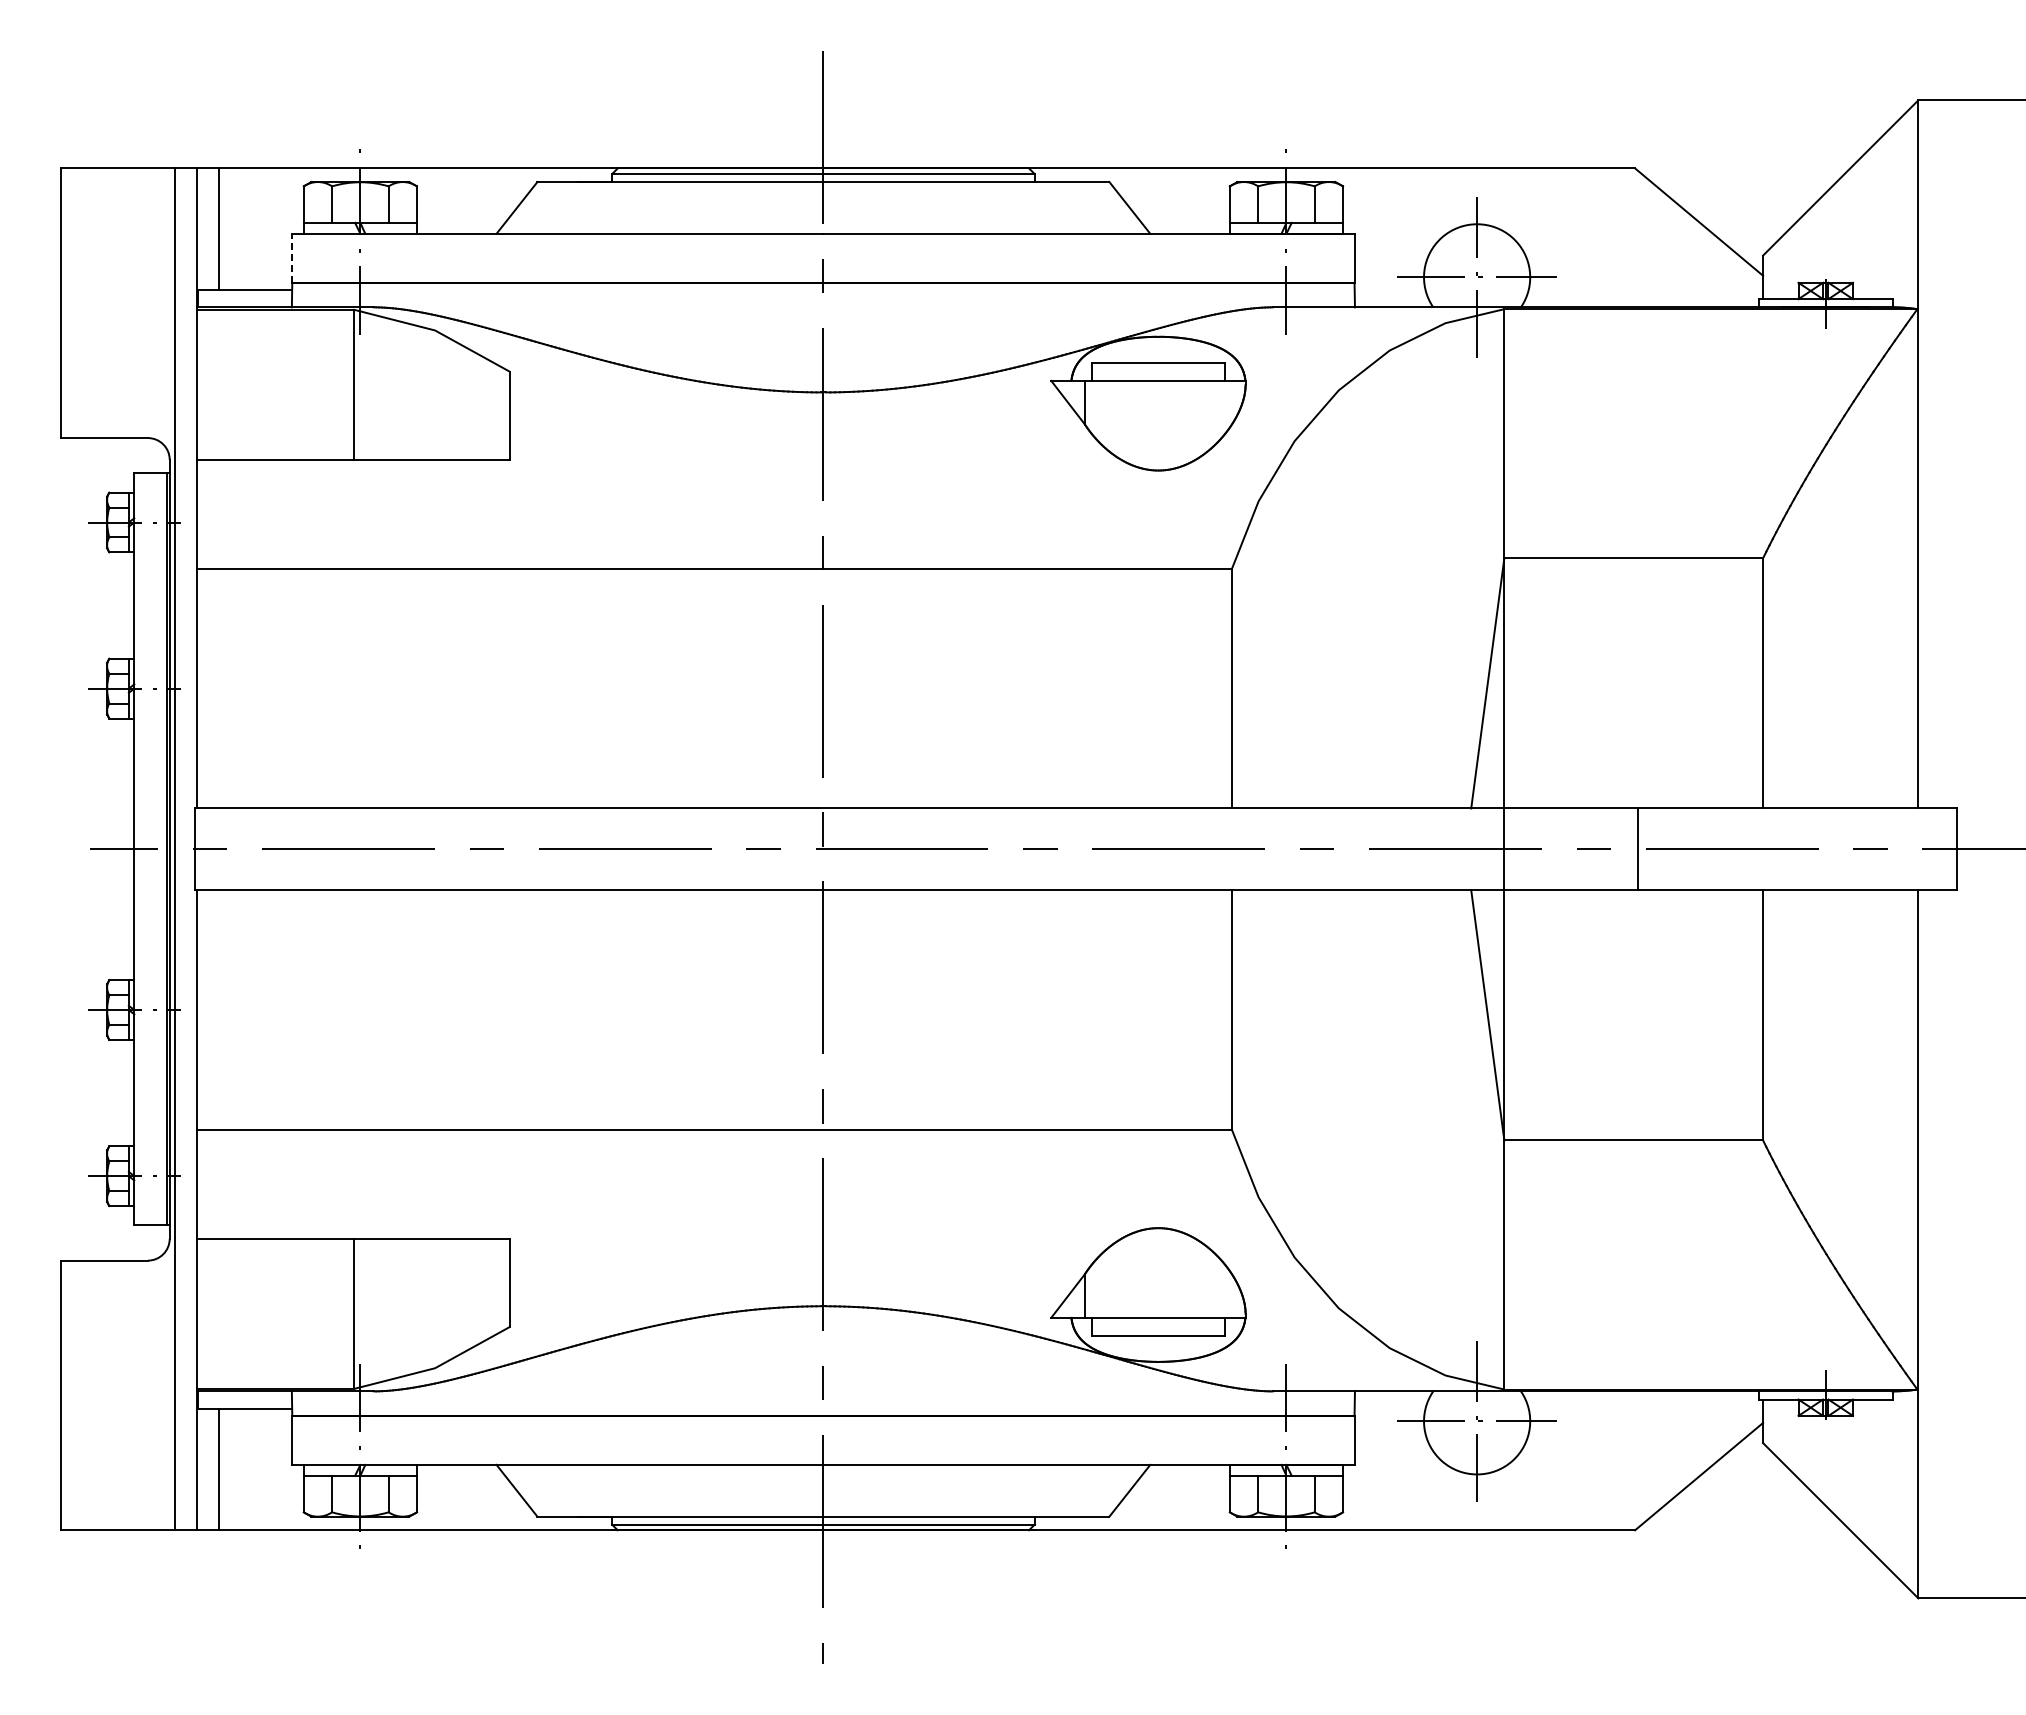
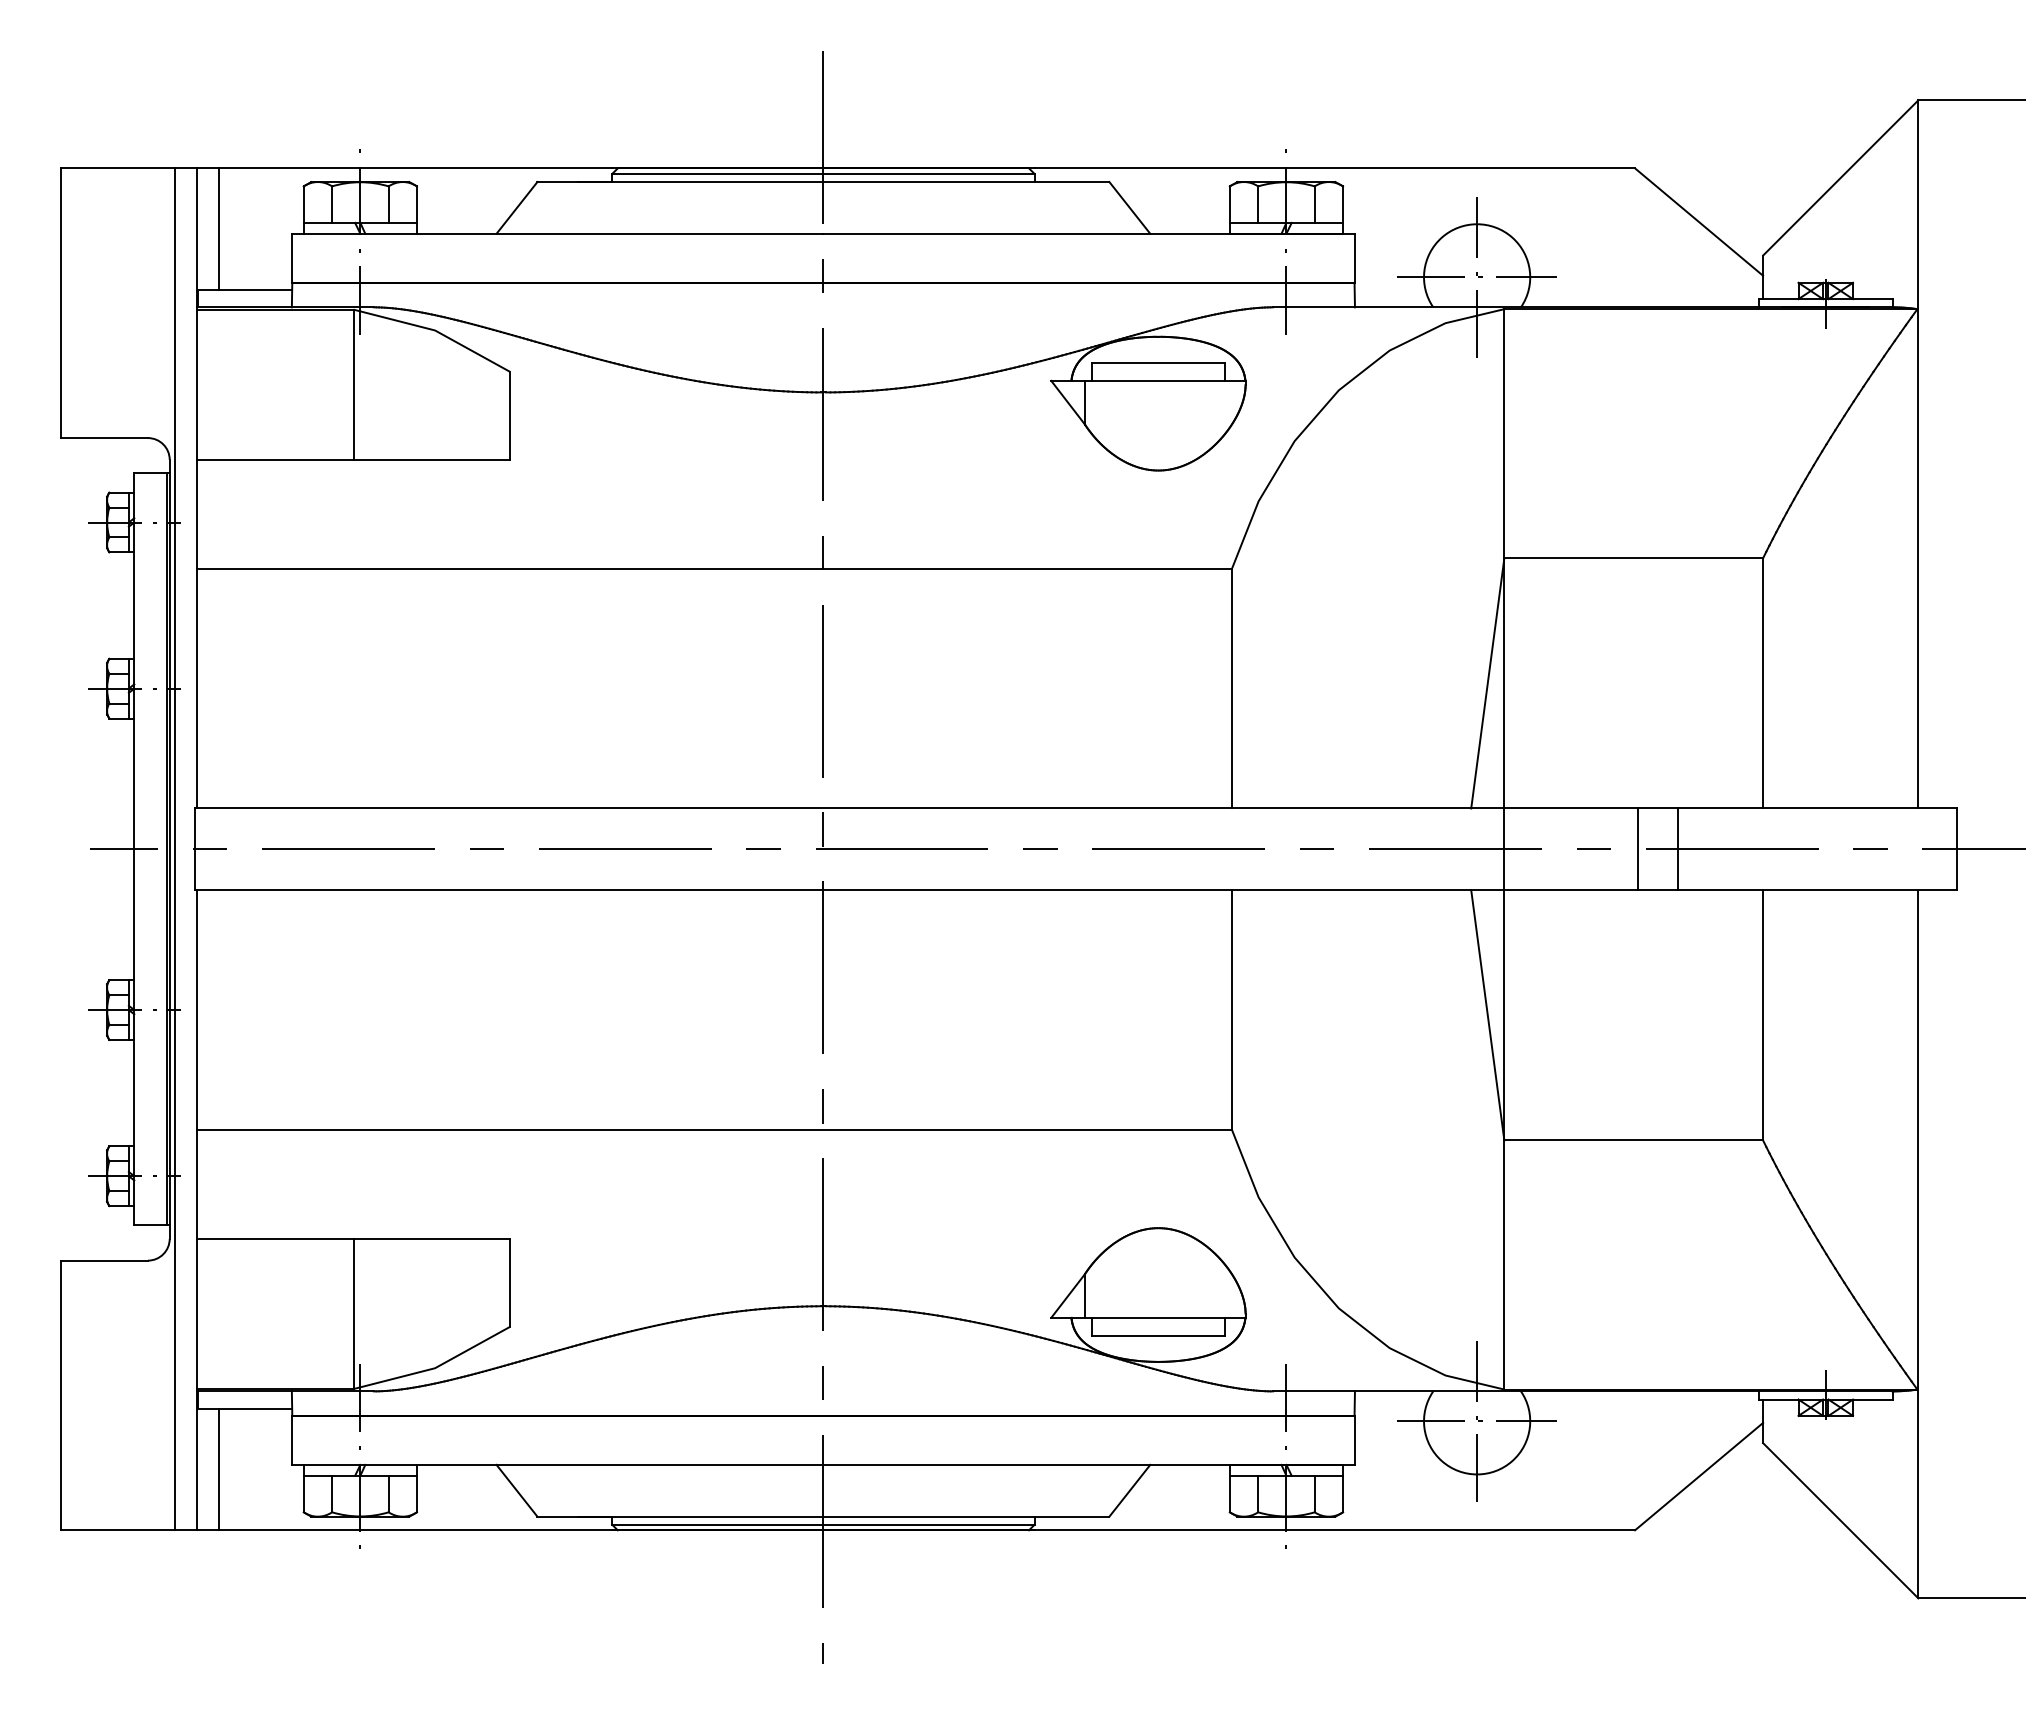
line at (292, 258): dashed -> solid
line at (1678, 849): none -> present
